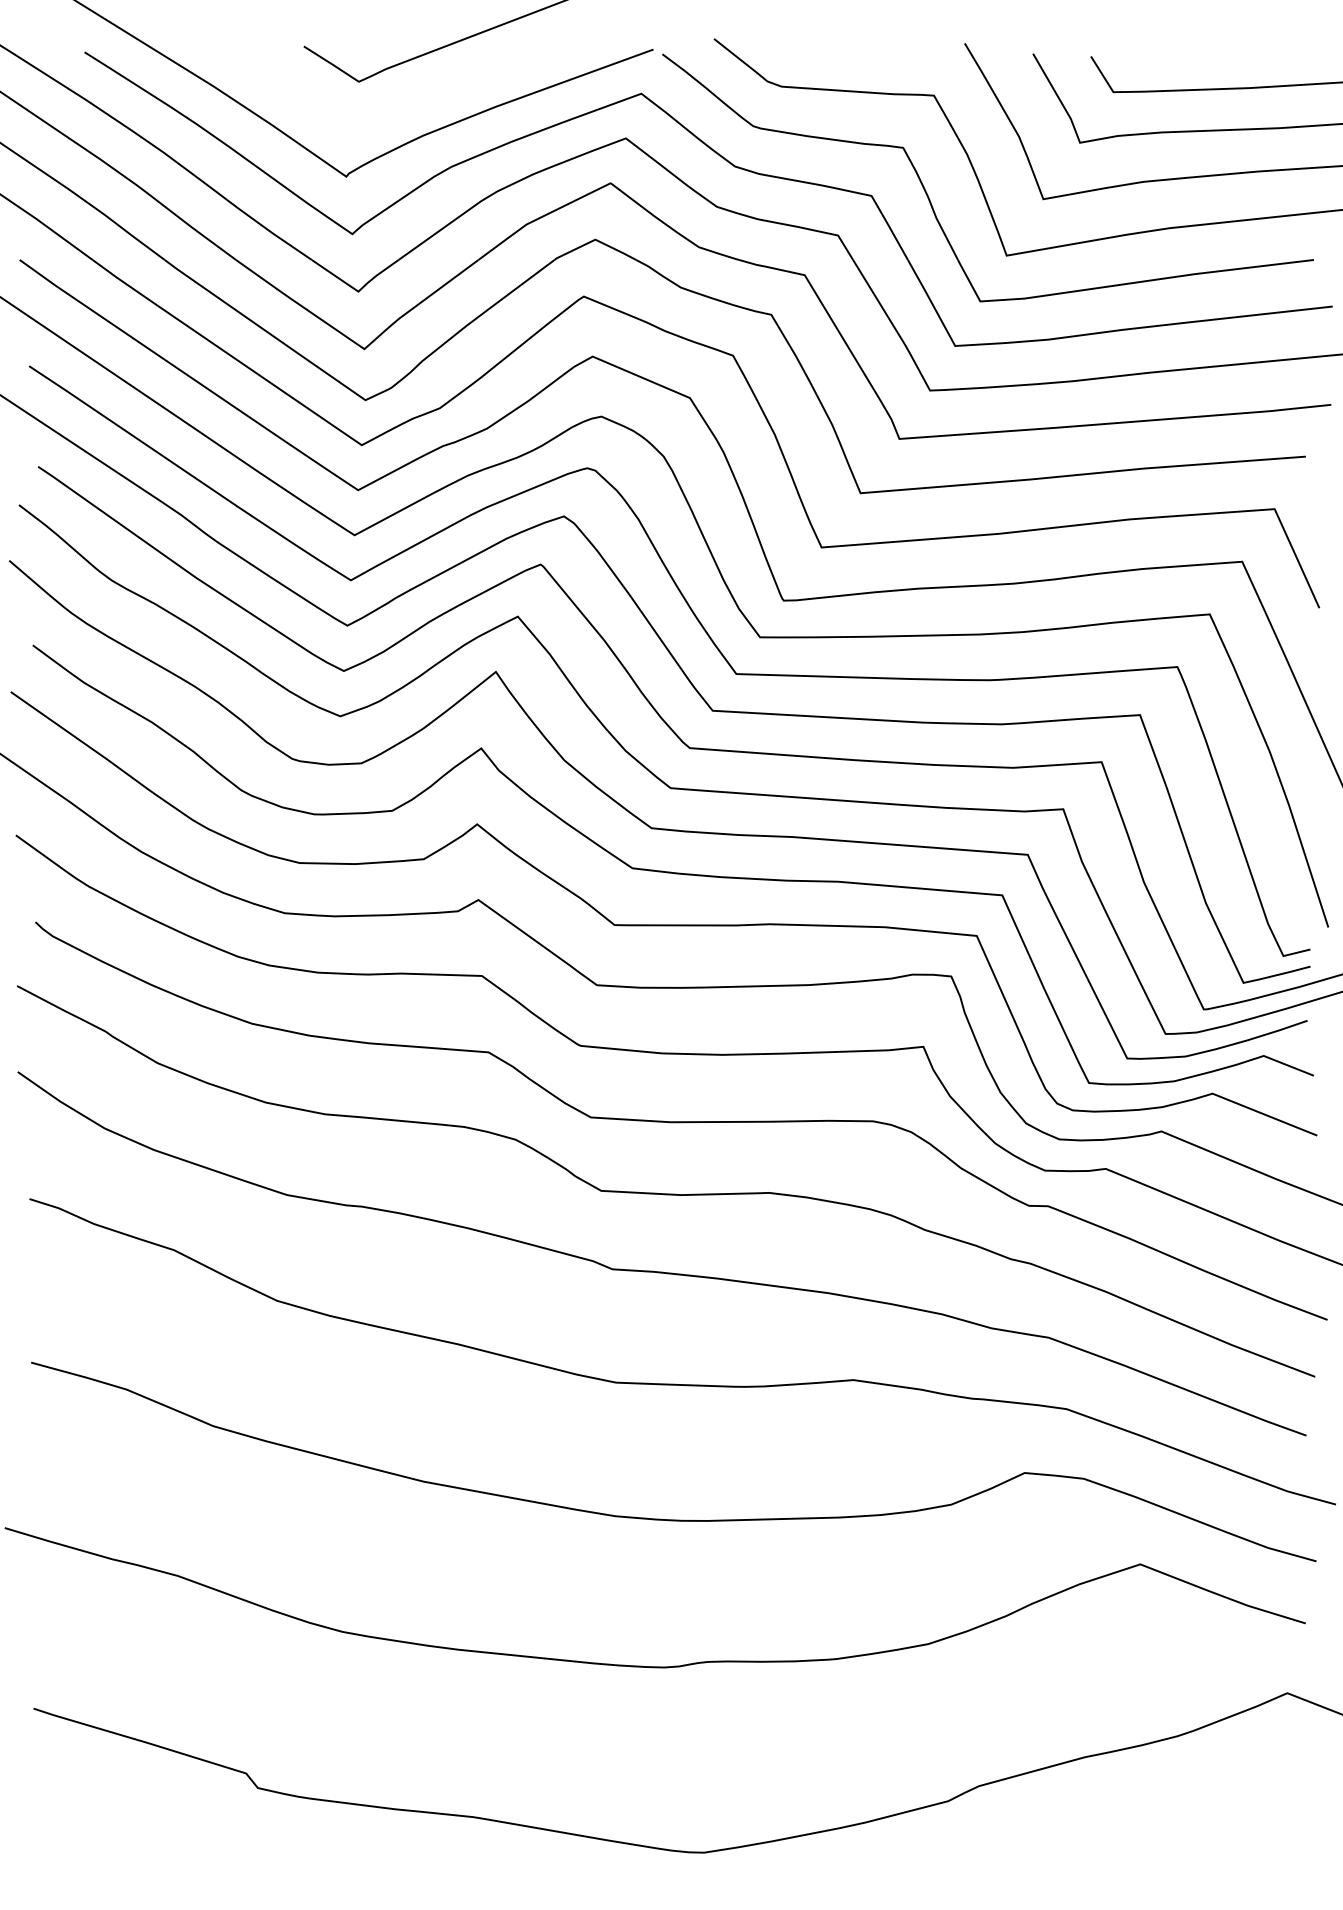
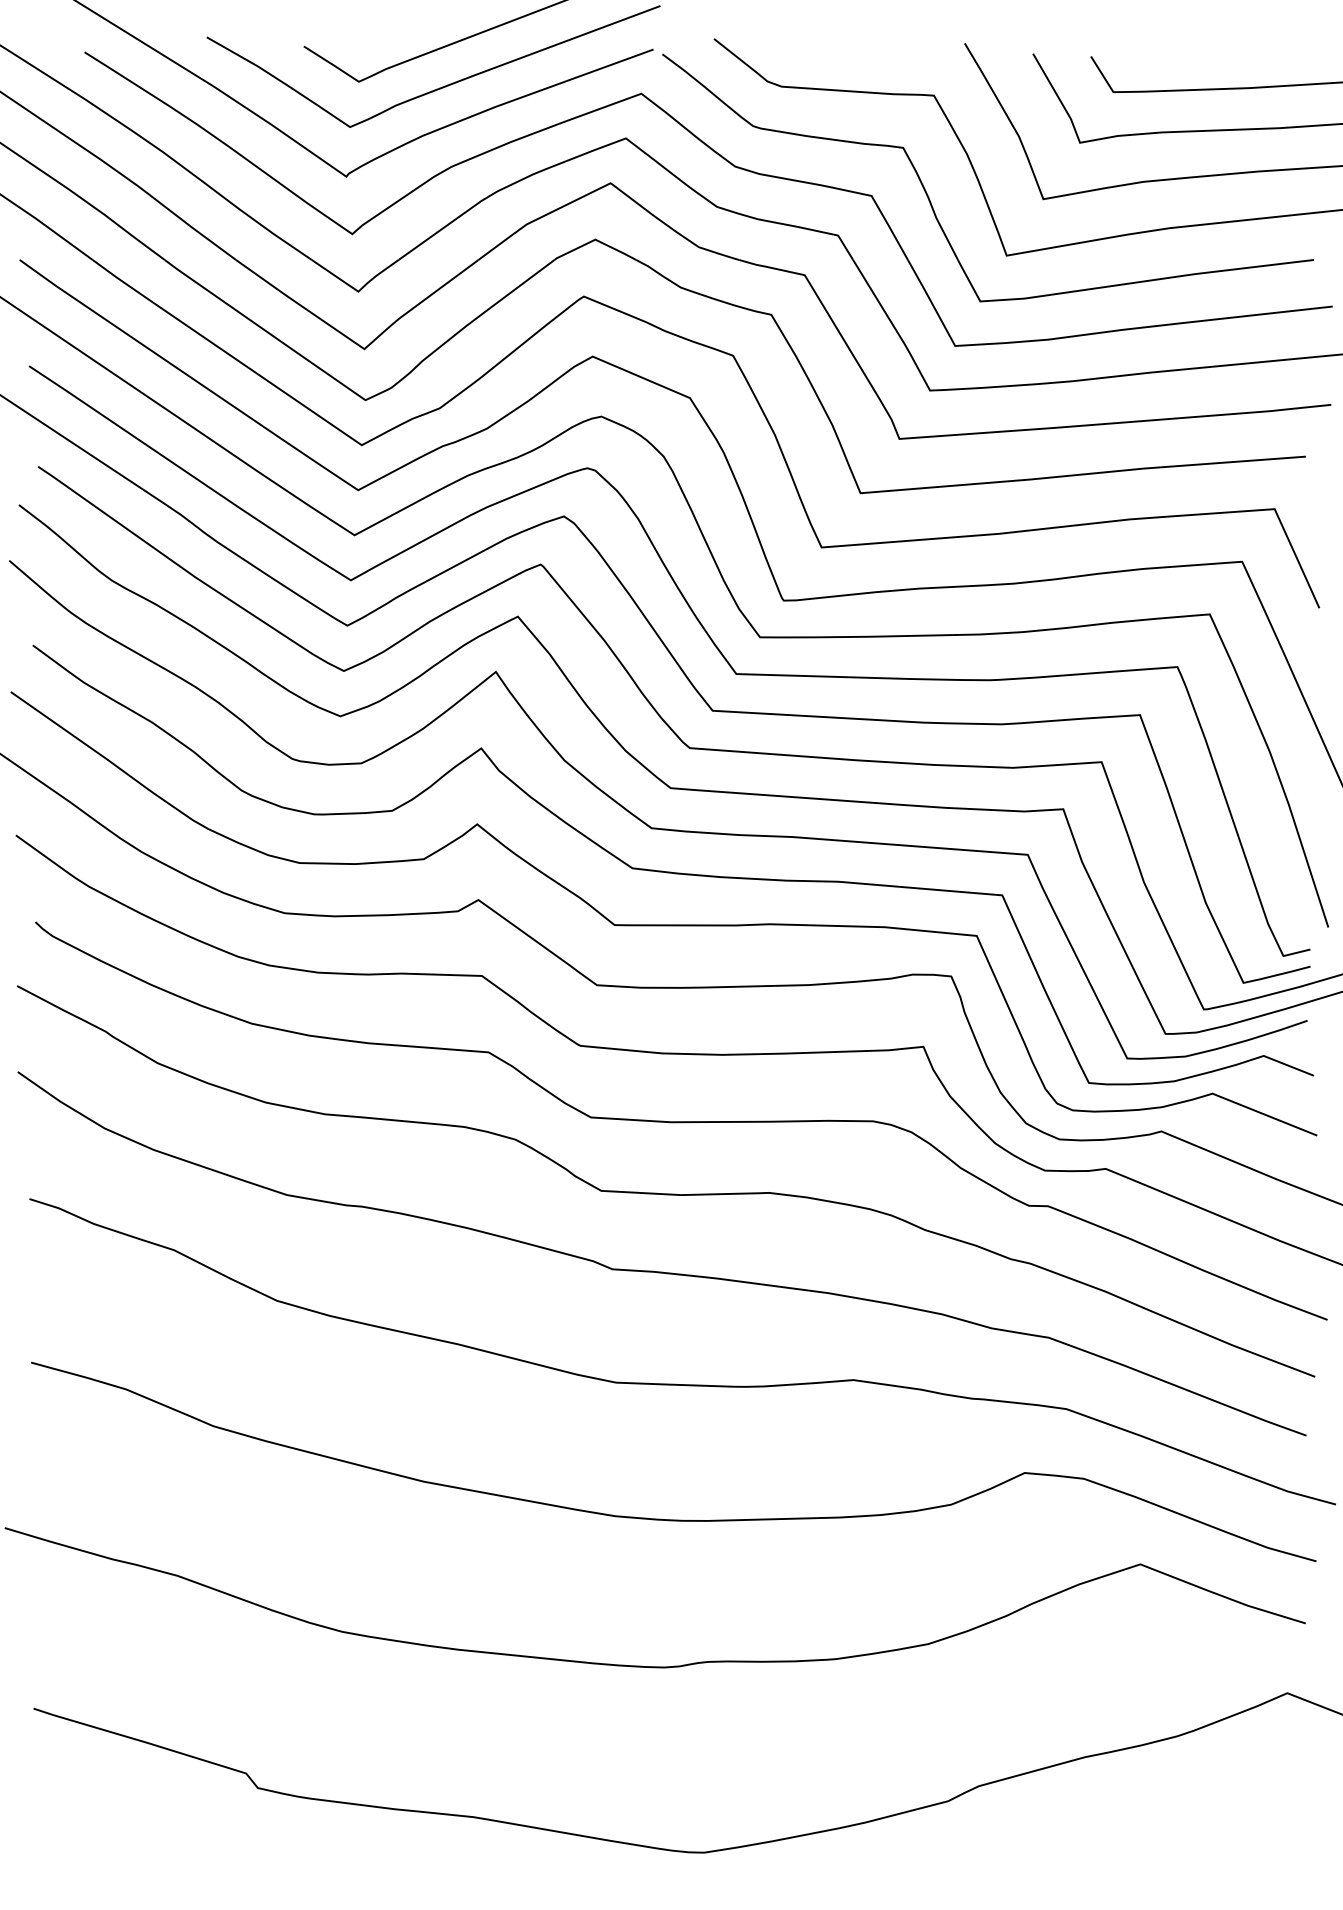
curve at (439, 87): none -> present
